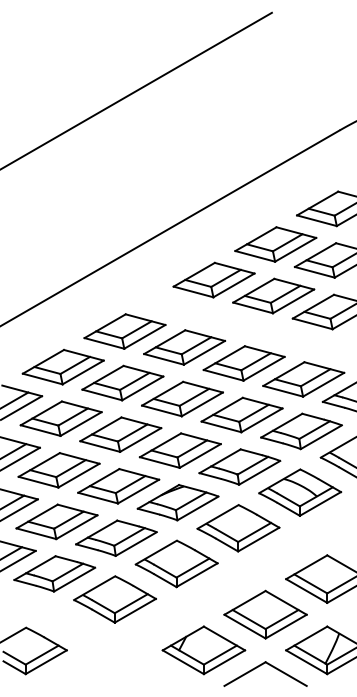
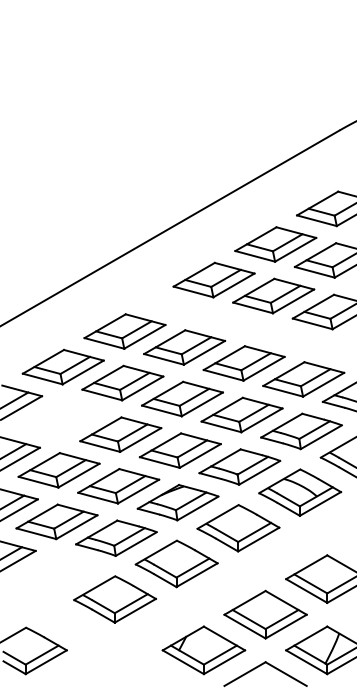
line at (136, 90): present -> none
part at (60, 418): present -> none
part at (54, 573): present -> none
